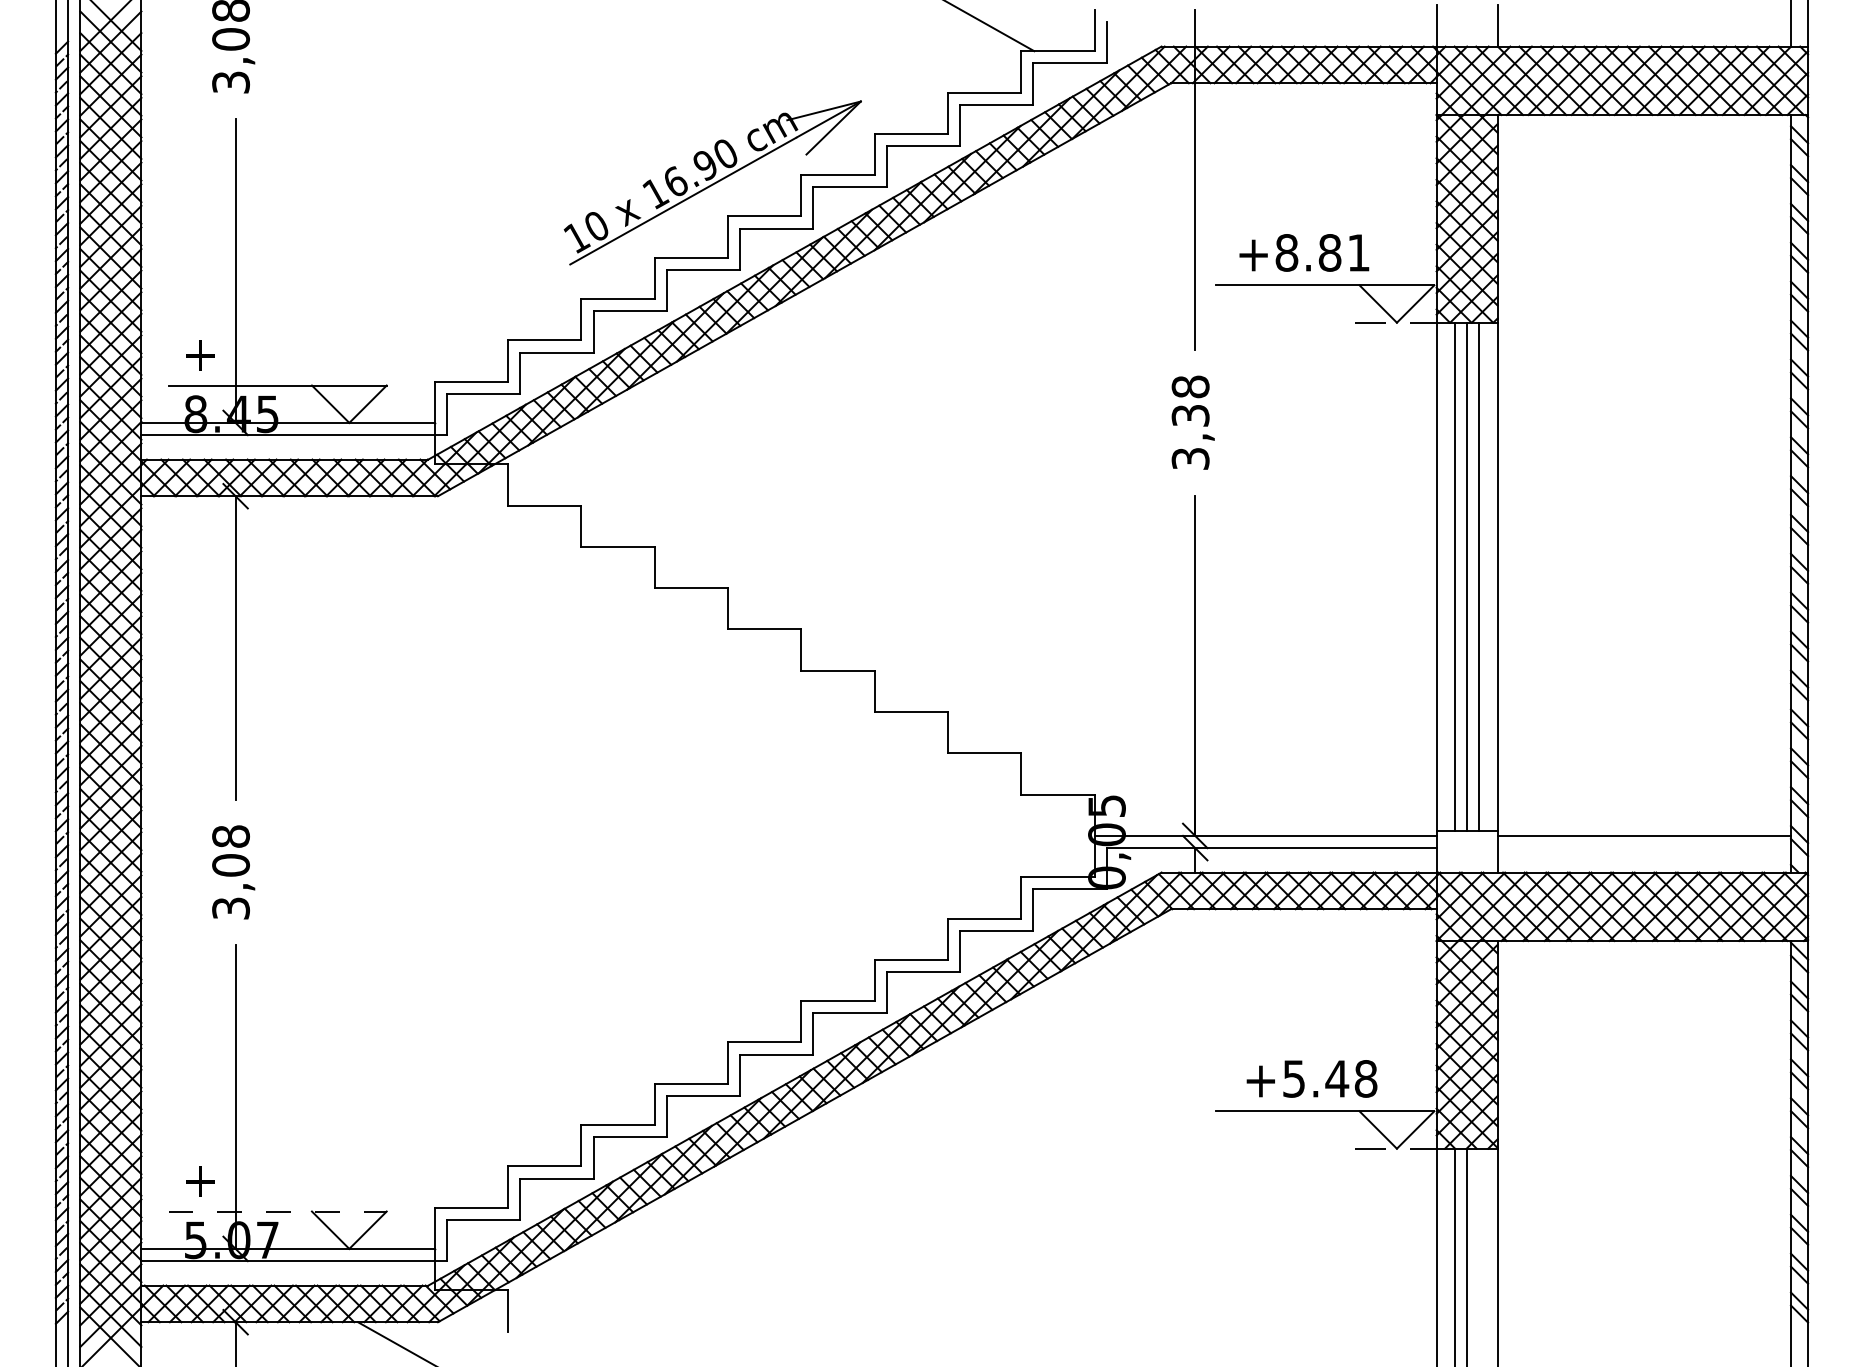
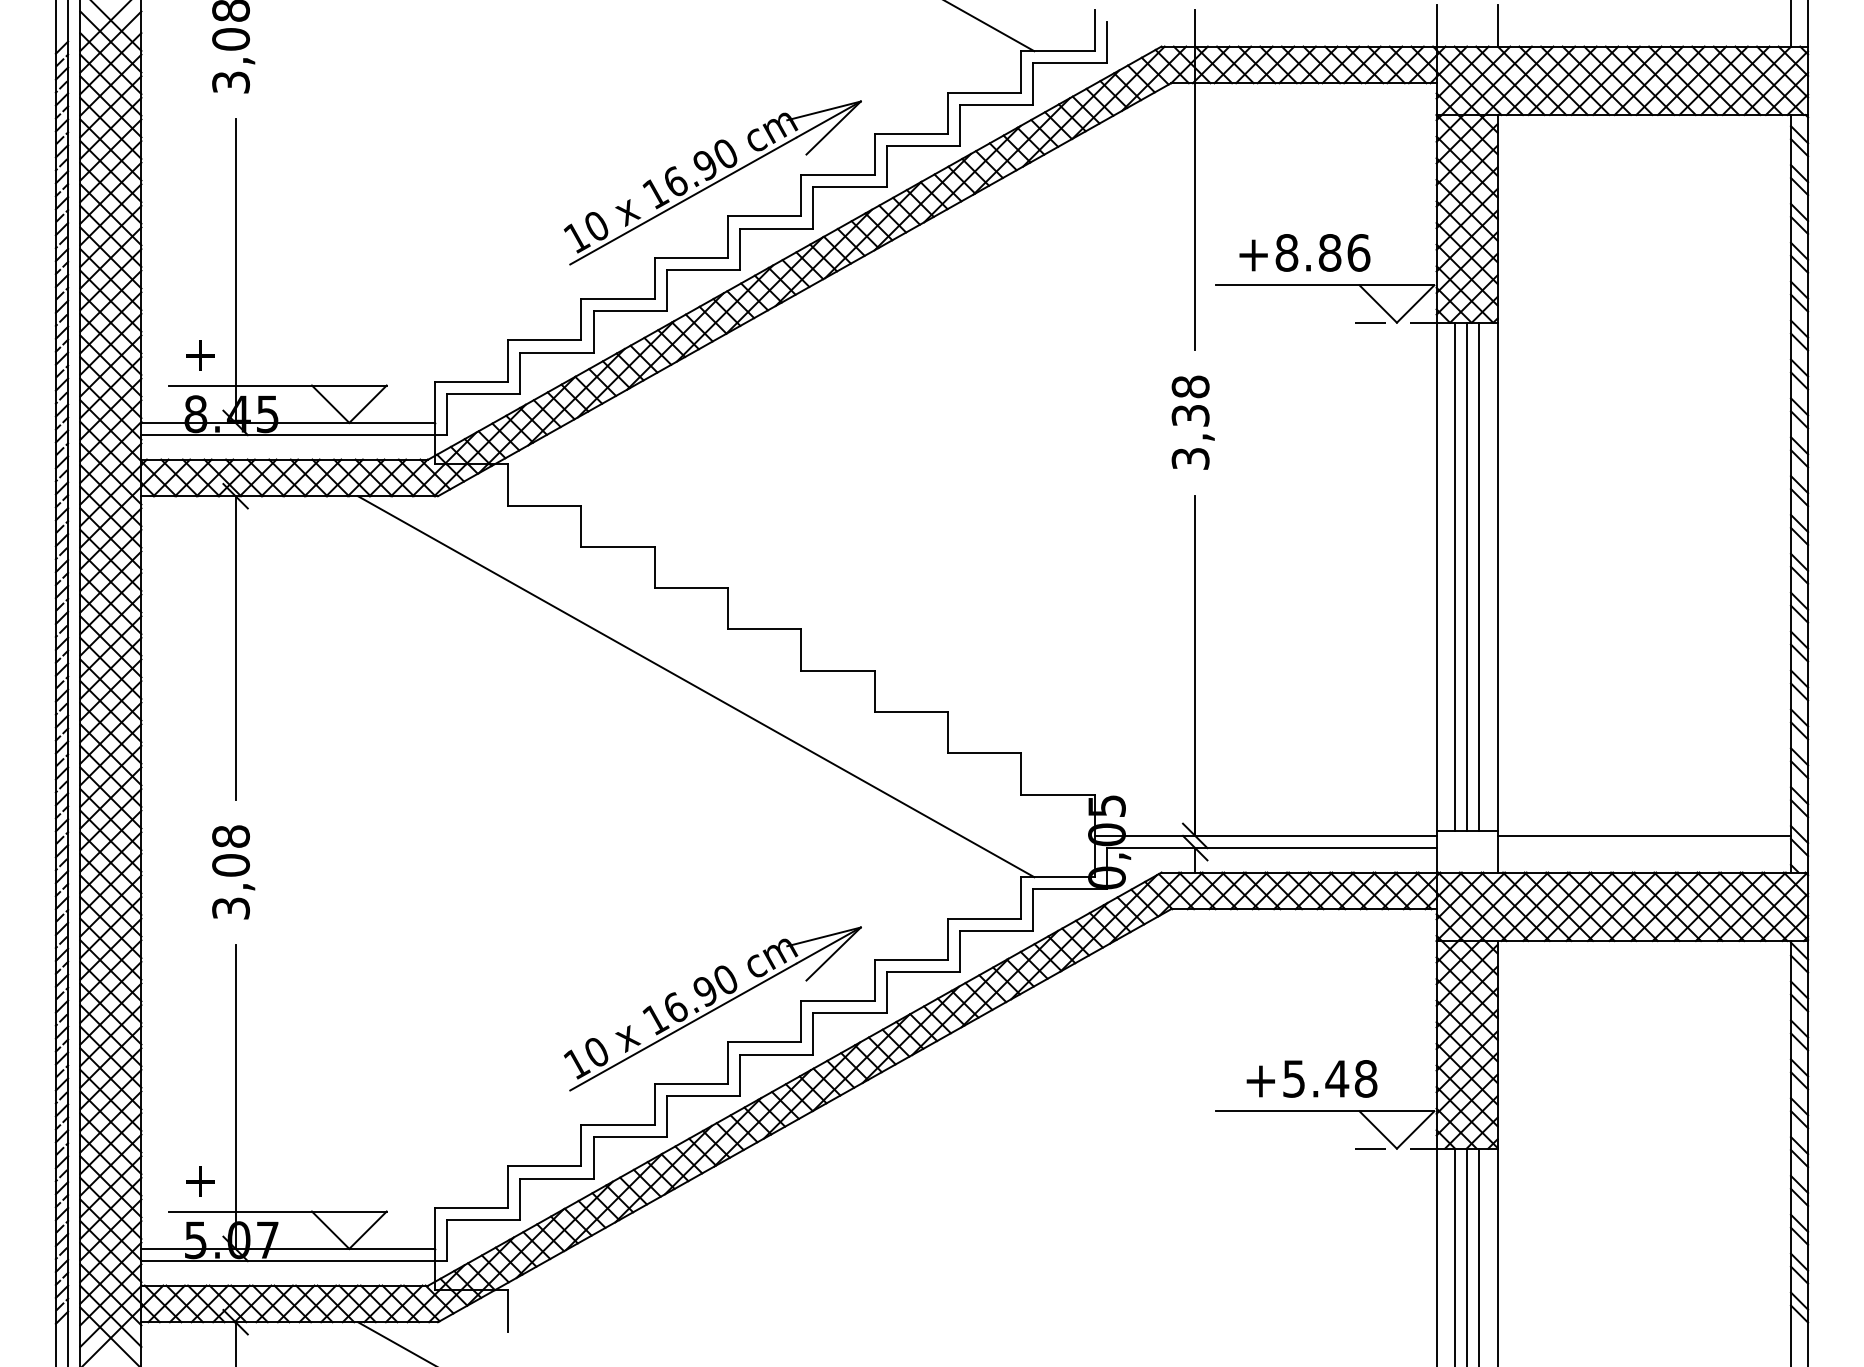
text at (1358, 252): +8.81 -> +8.86
line at (696, 686): none -> present
part at (712, 1008): none -> present
line at (278, 1211): dashed -> solid
line at (1479, 1255): none -> present
